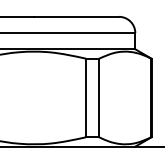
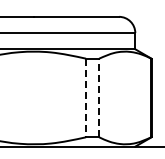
line at (99, 97): solid -> dashed
line at (86, 98): solid -> dashed
